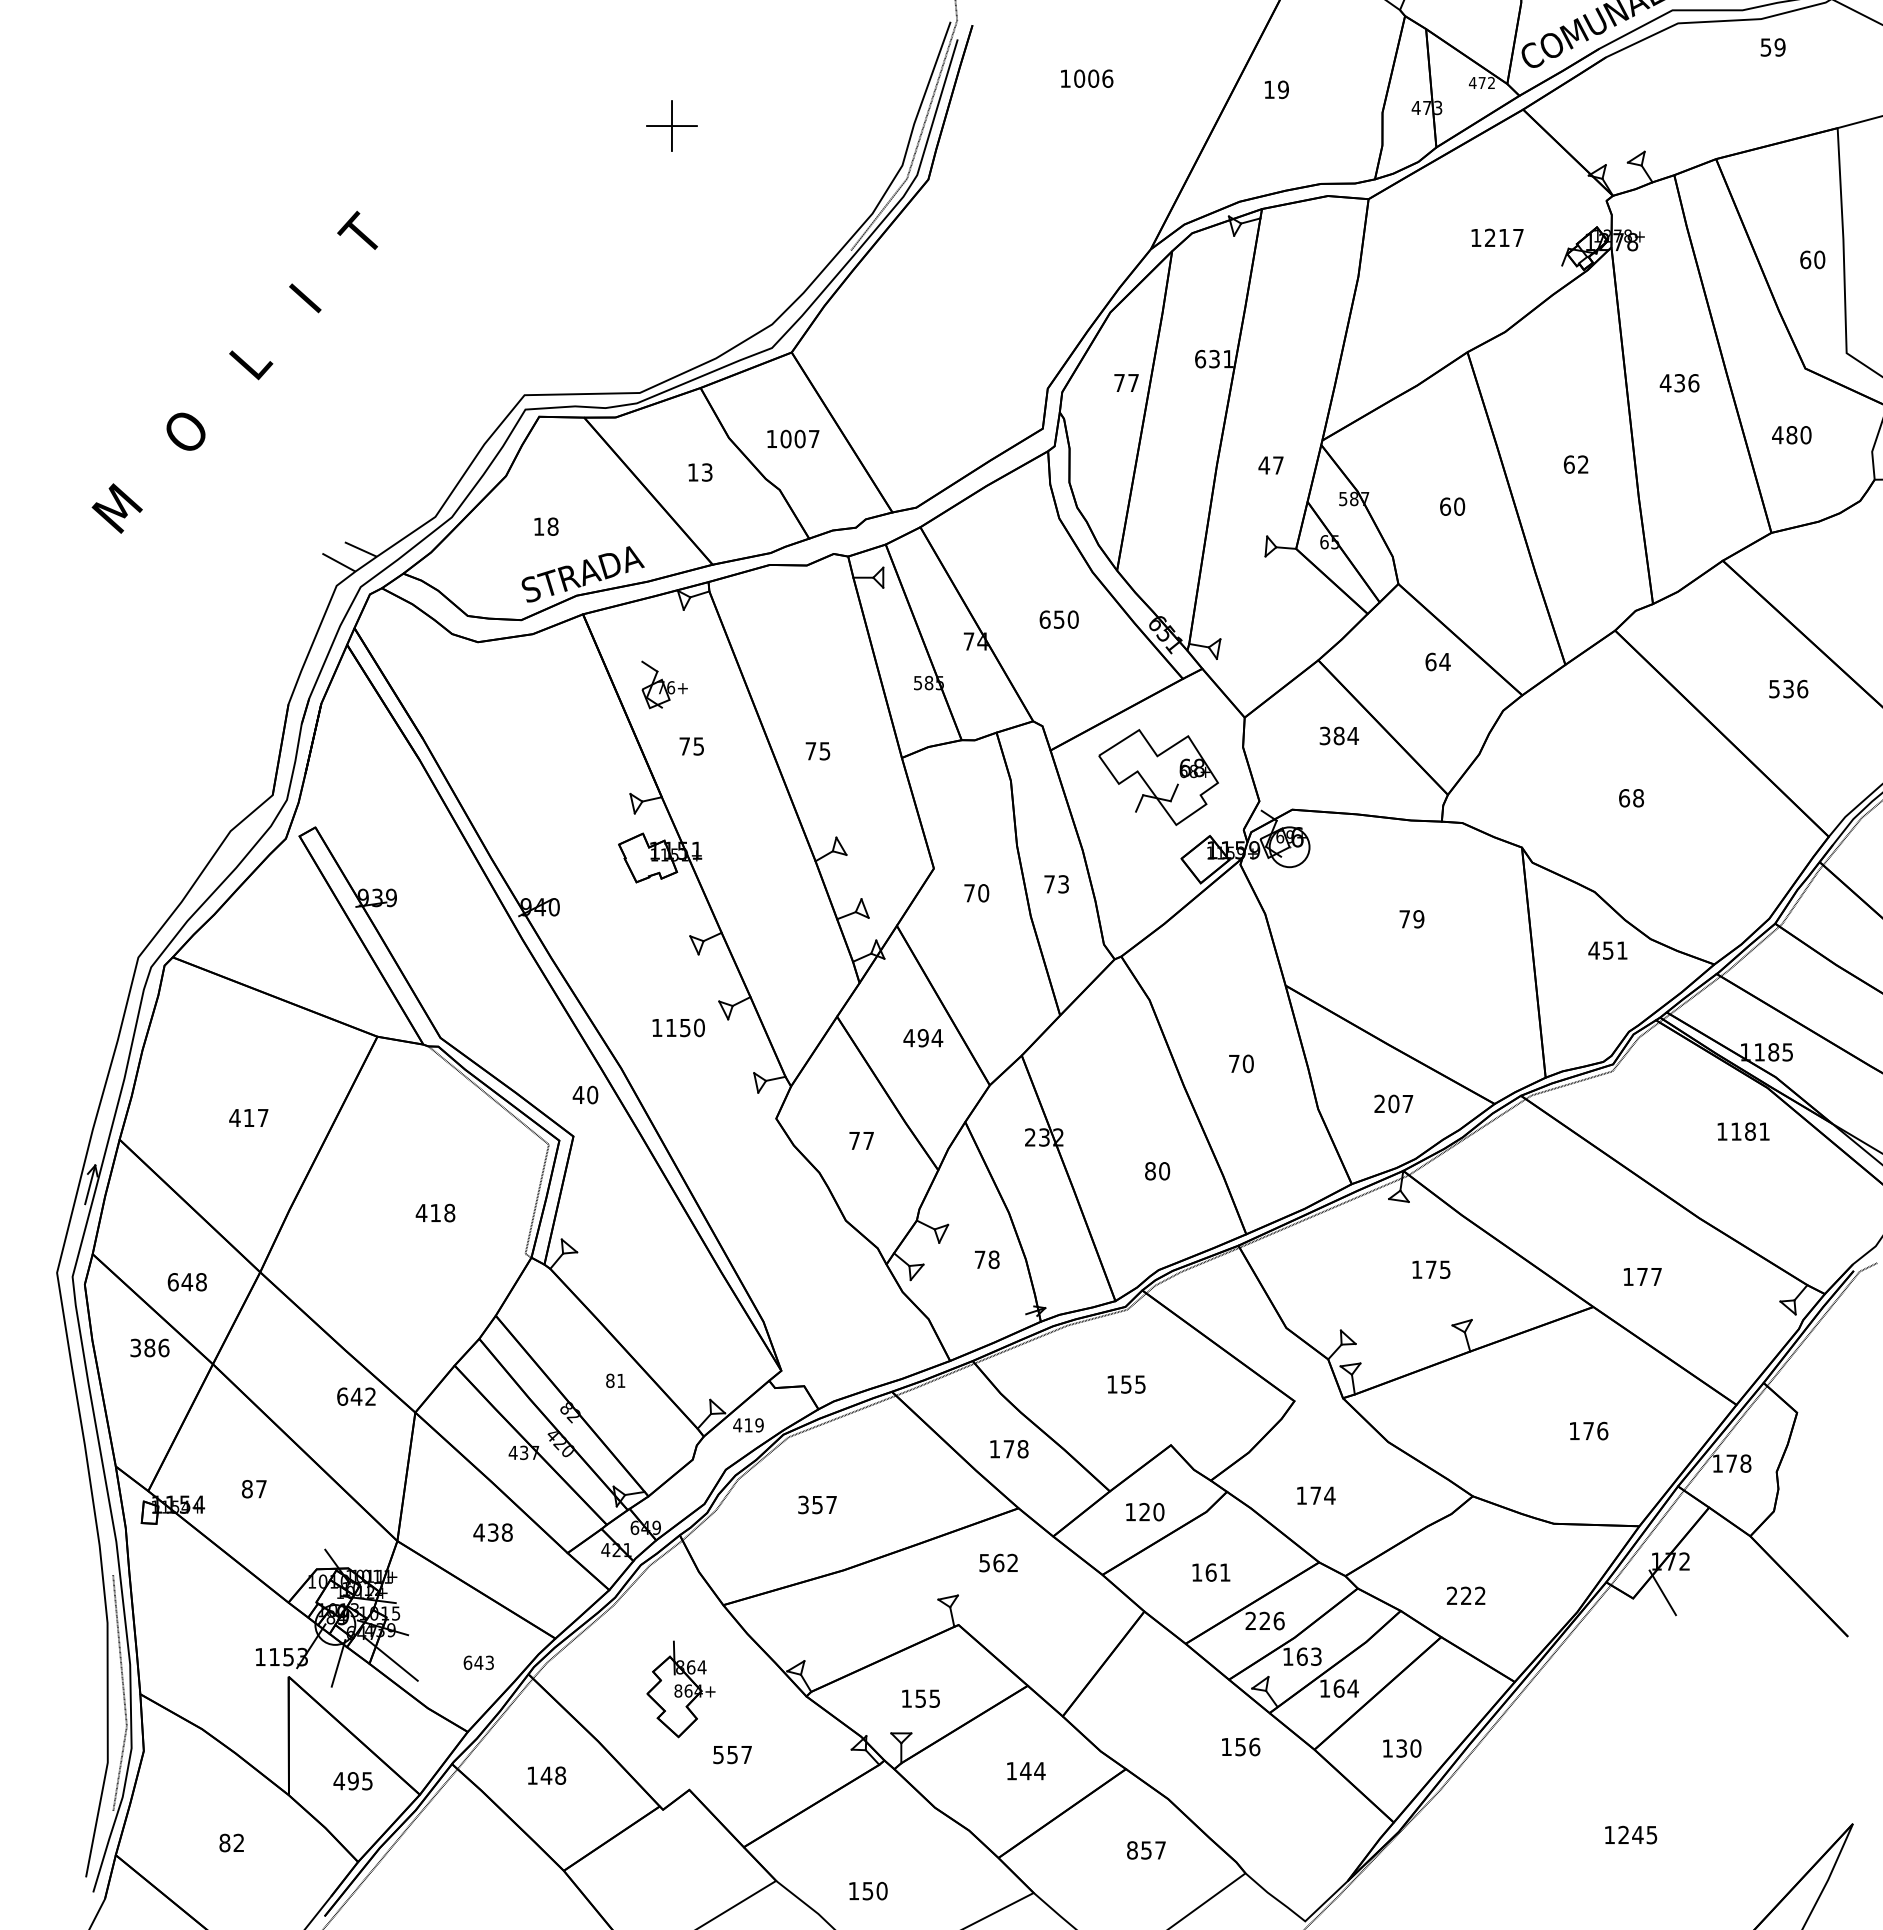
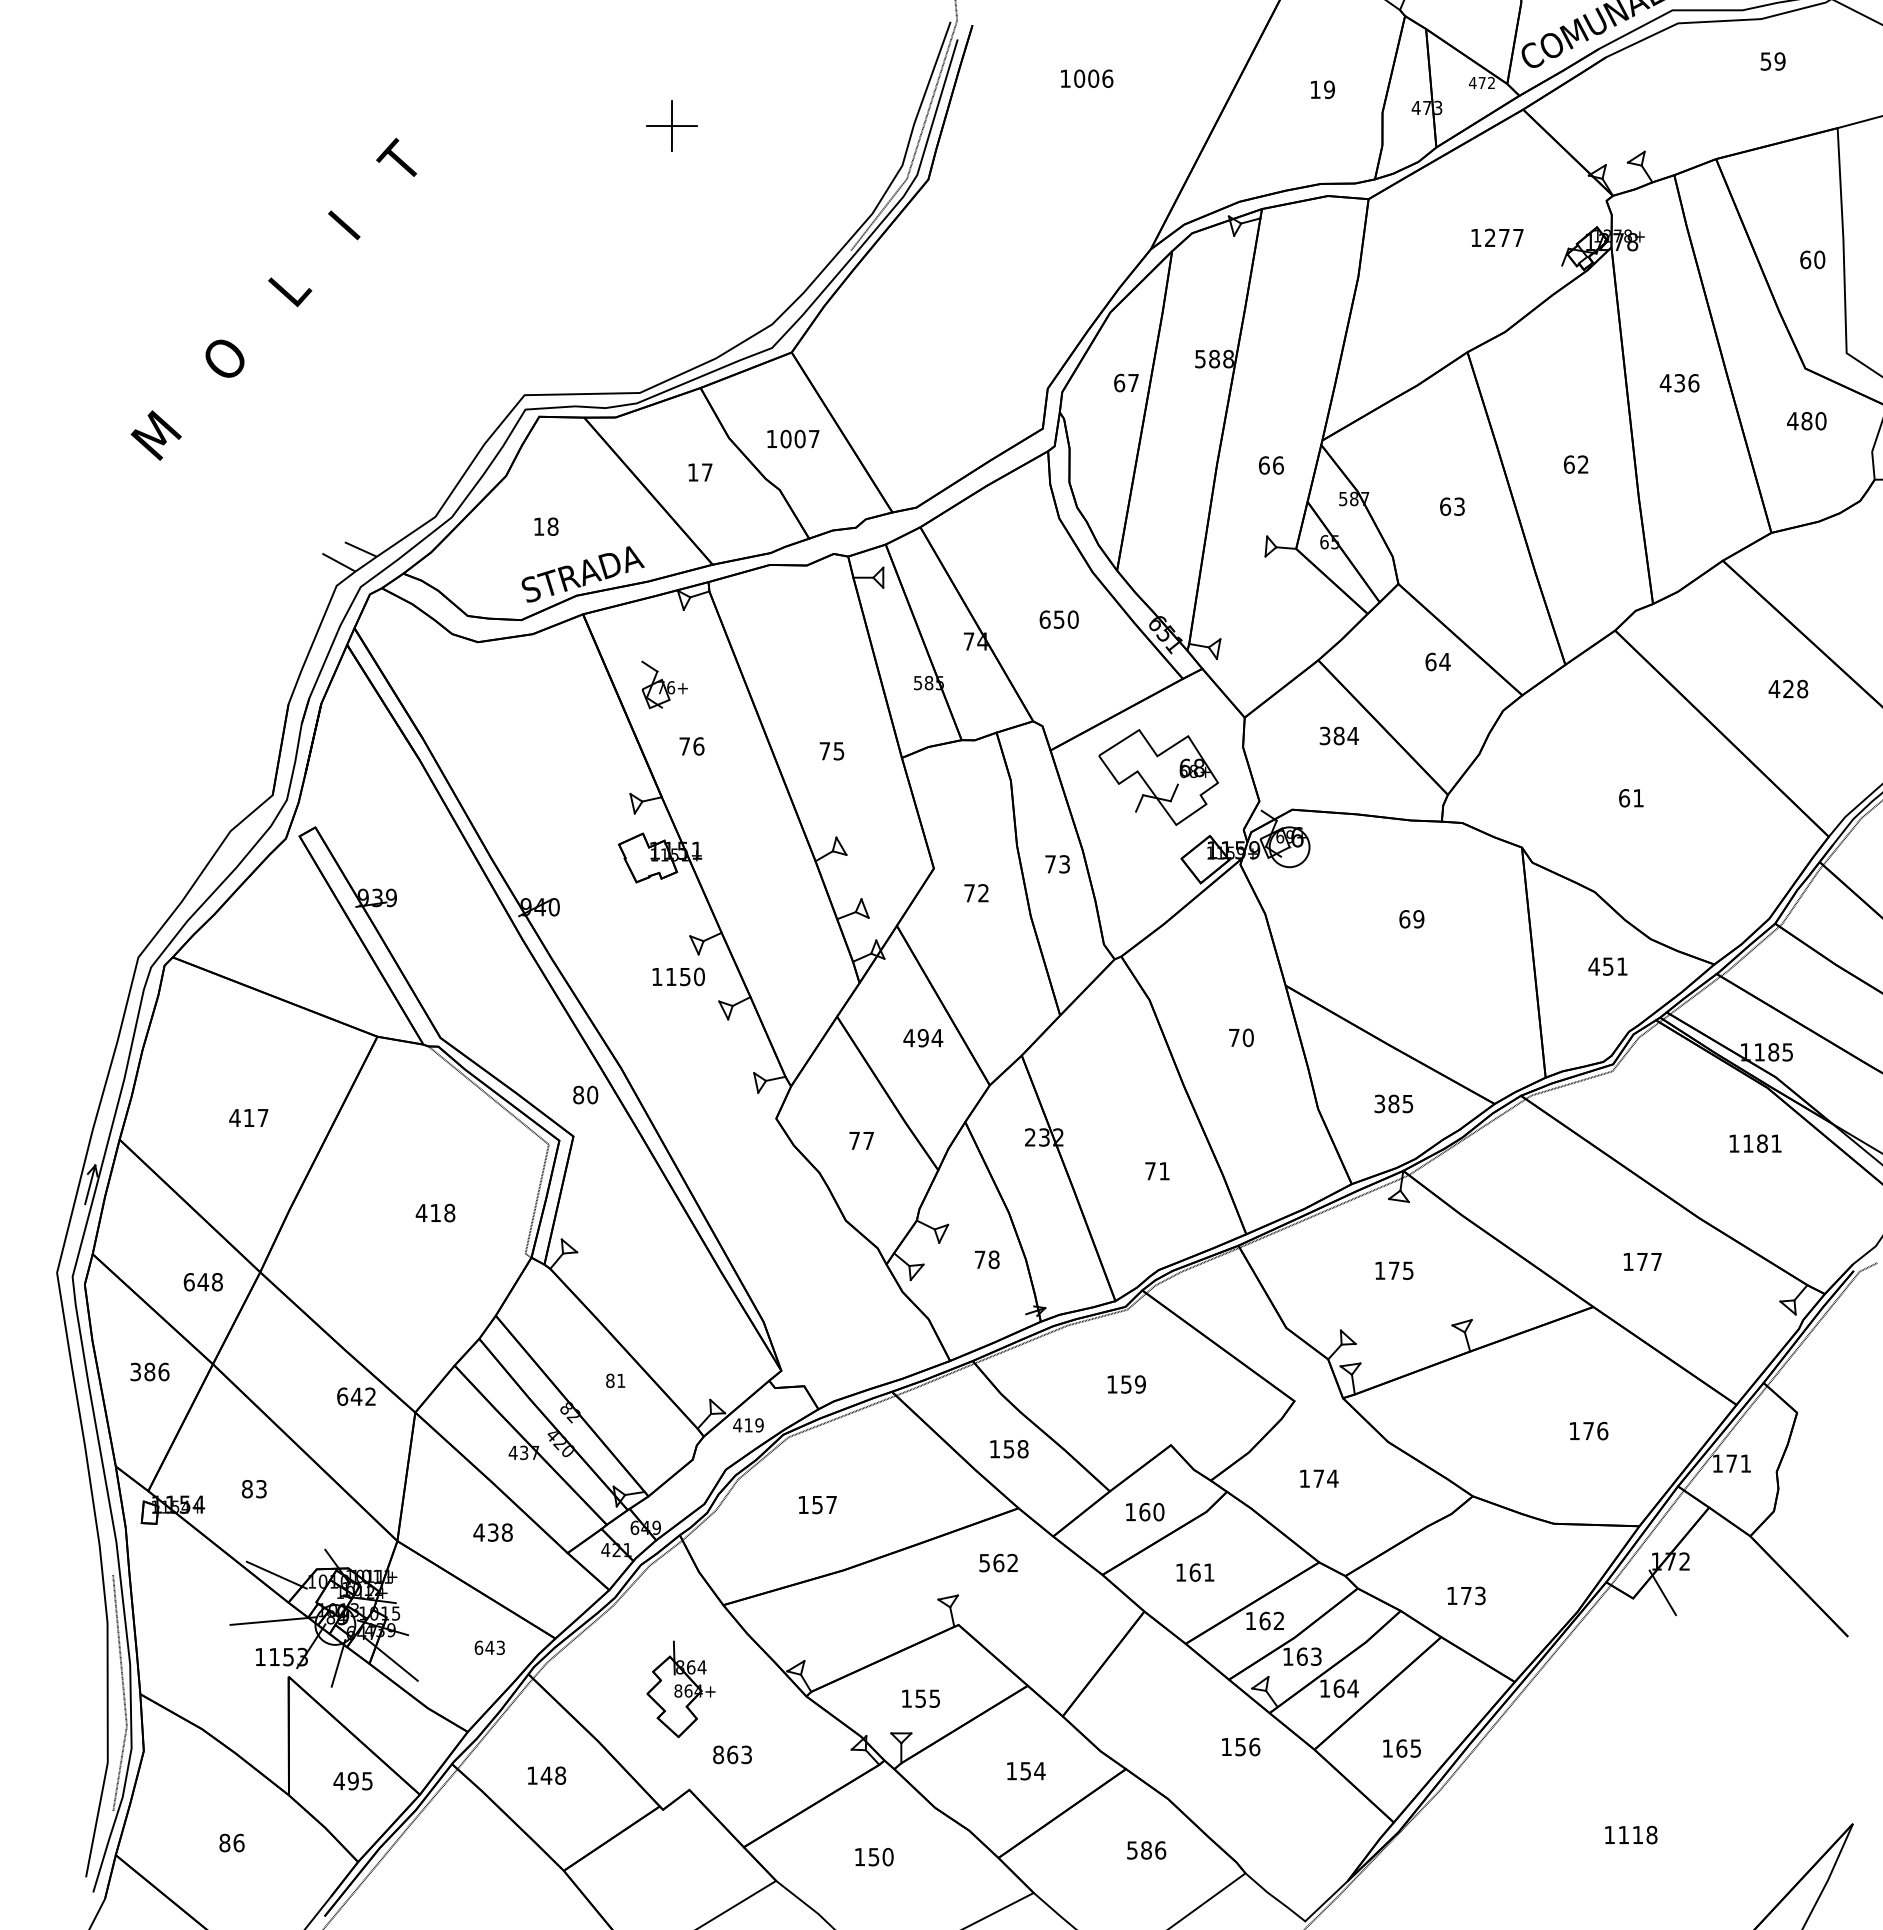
text at (1772, 47) position: (1772, 47) -> (1772, 61)
text at (1276, 89) position: (1276, 89) -> (1322, 89)
text at (1504, 237): 1217 -> 1277
text at (1214, 358): 631 -> 588
text at (234, 371) position: (234, 371) -> (273, 298)
text at (1119, 382): 77 -> 67
text at (1791, 435) position: (1791, 435) -> (1806, 421)
text at (1270, 465): 47 -> 66
text at (707, 472): 13 -> 17
text at (1459, 506): 60 -> 63
text at (1788, 688): 536 -> 428
text at (698, 746): 75 -> 76
text at (817, 751) position: (817, 751) -> (831, 751)
text at (1638, 798): 68 -> 61
text at (1056, 884) position: (1056, 884) -> (1057, 864)
text at (983, 893): 70 -> 72
text at (1404, 919): 79 -> 69
text at (1607, 950) position: (1607, 950) -> (1607, 966)
text at (678, 1027) position: (678, 1027) -> (678, 976)
text at (1241, 1063) position: (1241, 1063) -> (1241, 1037)
text at (578, 1094): 40 -> 80
text at (1393, 1104): 207 -> 385
text at (1743, 1131) position: (1743, 1131) -> (1755, 1143)
text at (1157, 1171): 80 -> 71
text at (1431, 1269) position: (1431, 1269) -> (1394, 1270)
text at (1642, 1276) position: (1642, 1276) -> (1642, 1261)
text at (186, 1282) position: (186, 1282) -> (202, 1282)
text at (149, 1347) position: (149, 1347) -> (149, 1371)
text at (1139, 1384): 155 -> 159
text at (1008, 1449): 178 -> 158
text at (1745, 1463): 178 -> 171
text at (261, 1489): 87 -> 83
text at (1316, 1495) position: (1316, 1495) -> (1319, 1478)
text at (803, 1504): 357 -> 157
text at (1144, 1511): 120 -> 160
text at (1211, 1572) position: (1211, 1572) -> (1195, 1572)
line at (276, 1574): none -> present
text at (1465, 1595): 222 -> 173
line at (273, 1620): none -> present
text at (1264, 1620): 226 -> 162
text at (478, 1662) position: (478, 1662) -> (489, 1647)
text at (1408, 1748): 130 -> 165
text at (732, 1754): 557 -> 863
text at (1025, 1771): 144 -> 154
text at (1637, 1834): 1245 -> 1118
text at (238, 1842): 82 -> 86
text at (1146, 1850): 857 -> 586
text at (868, 1891) position: (868, 1891) -> (874, 1857)
